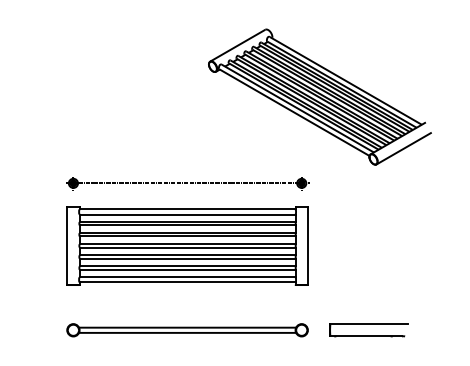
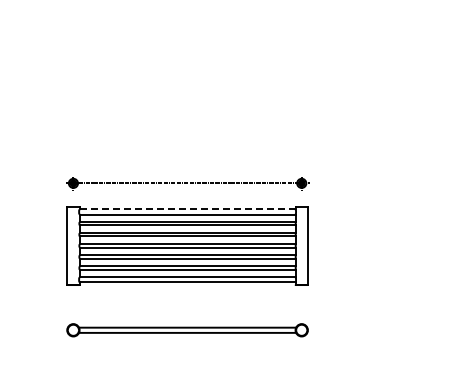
part at (319, 96): present -> none
line at (187, 209): solid -> dashed
part at (368, 330): present -> none
